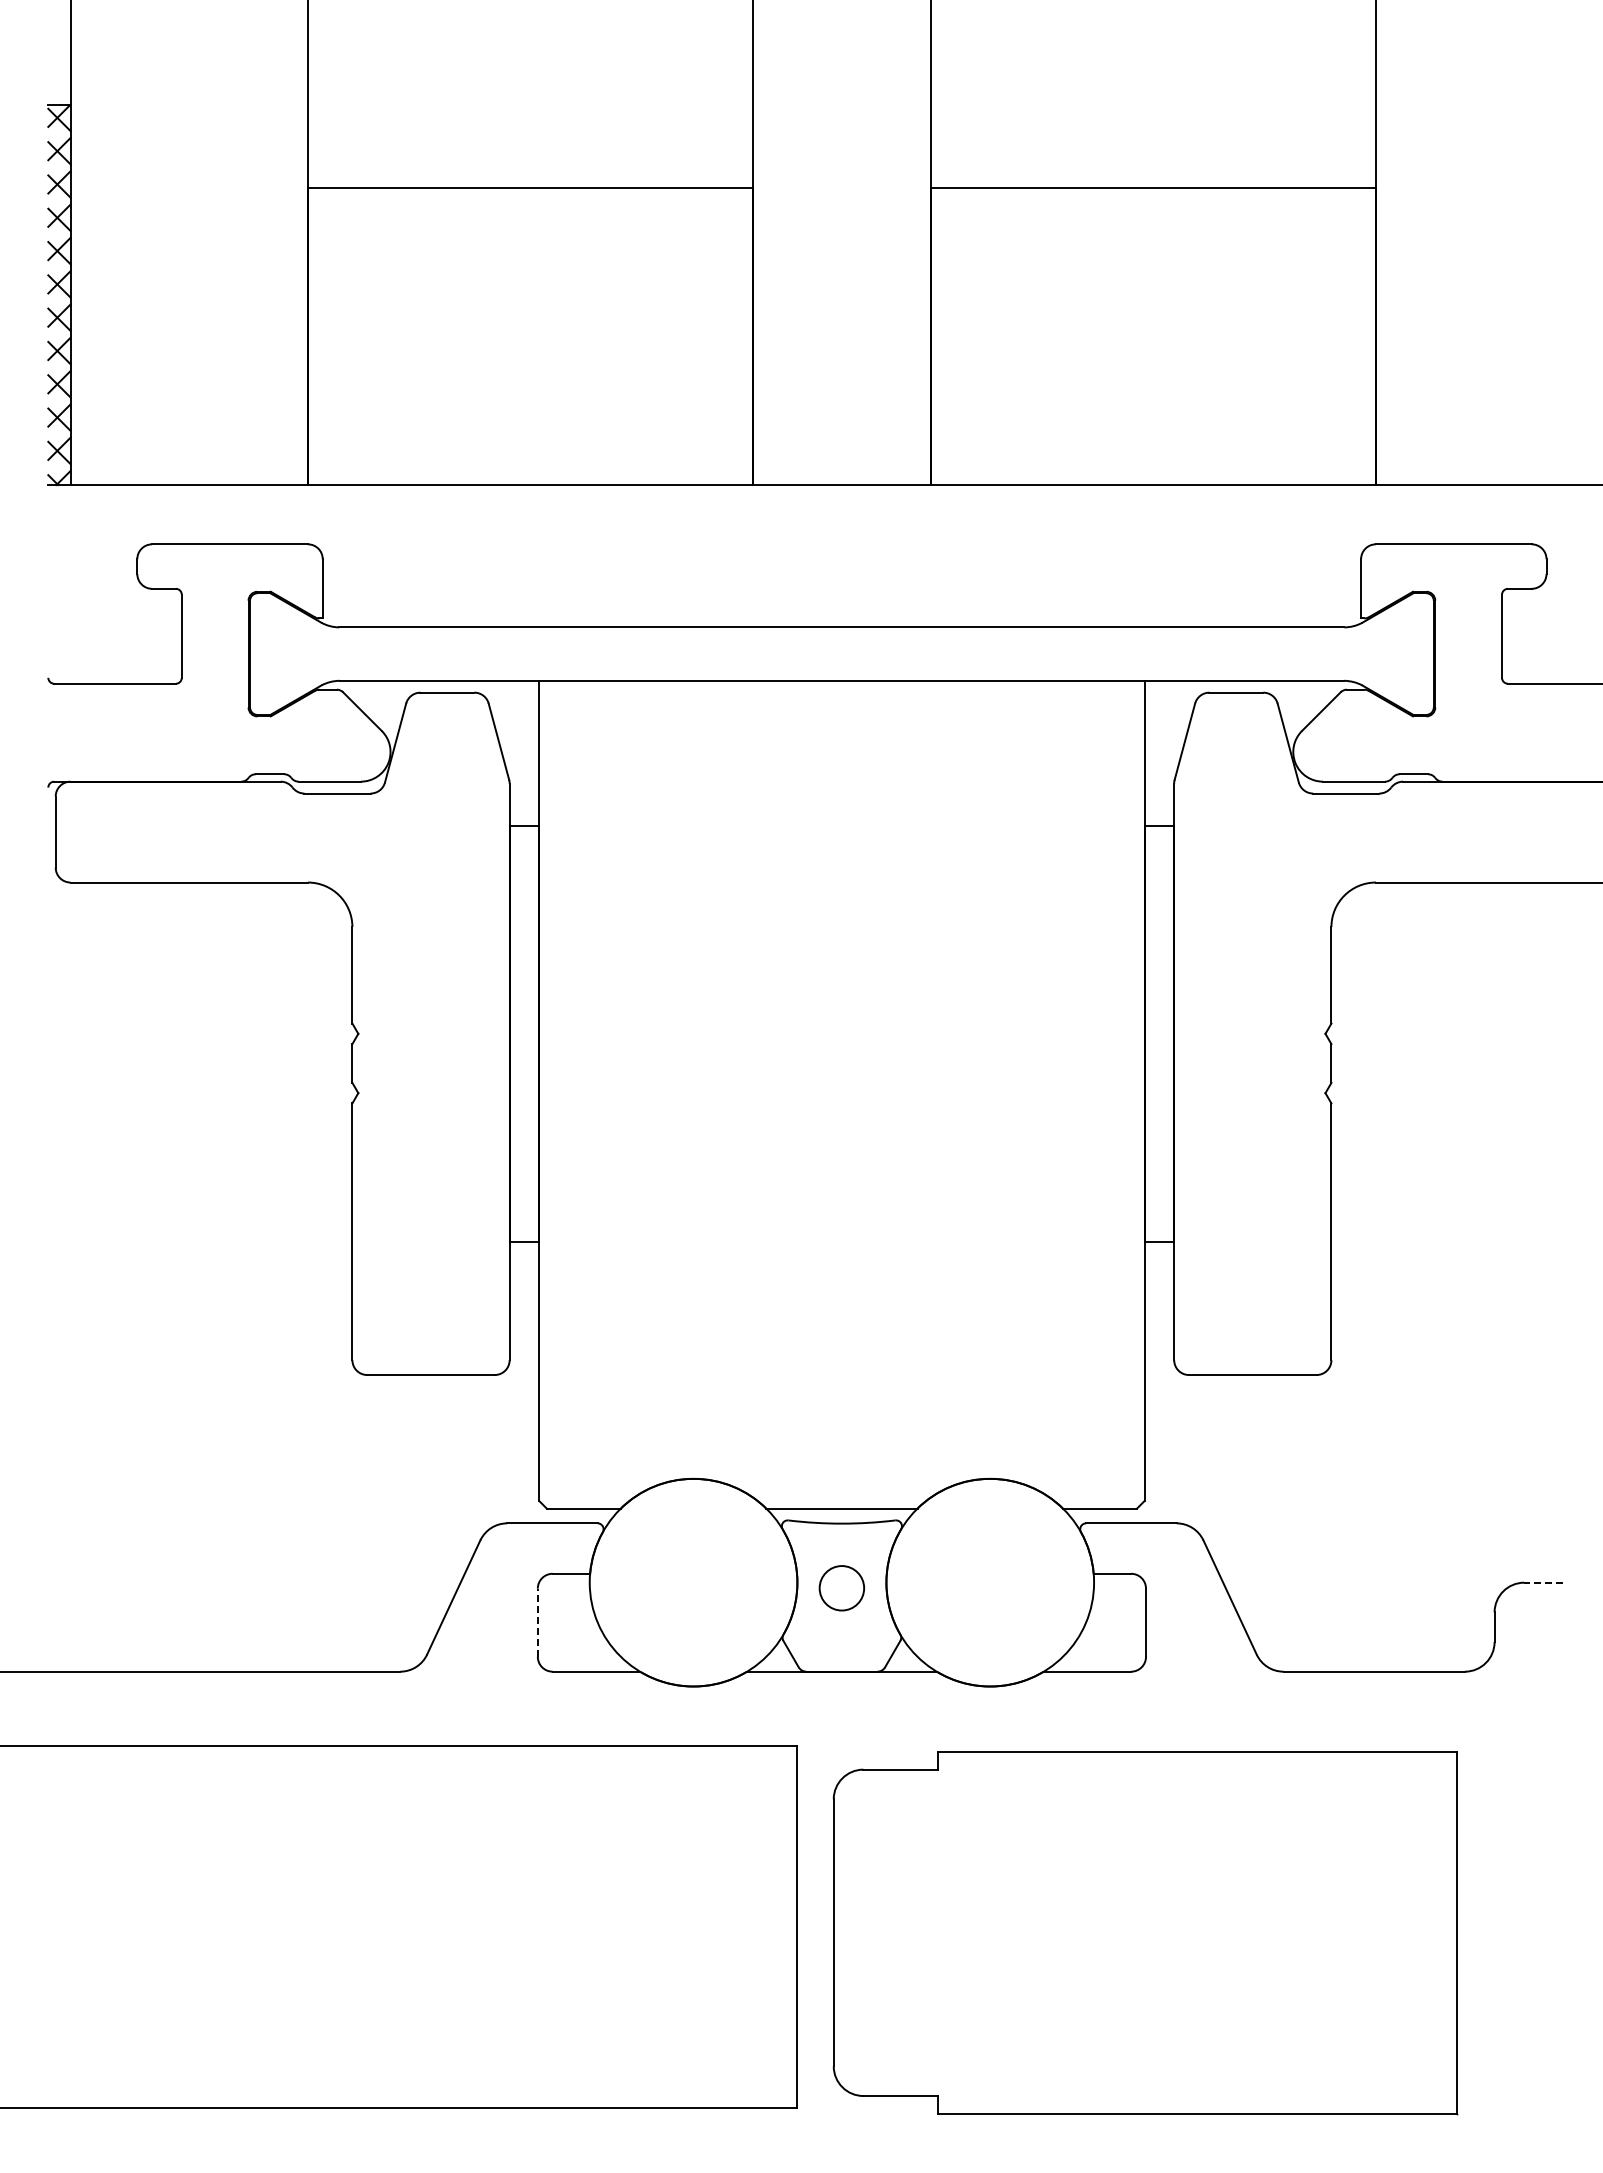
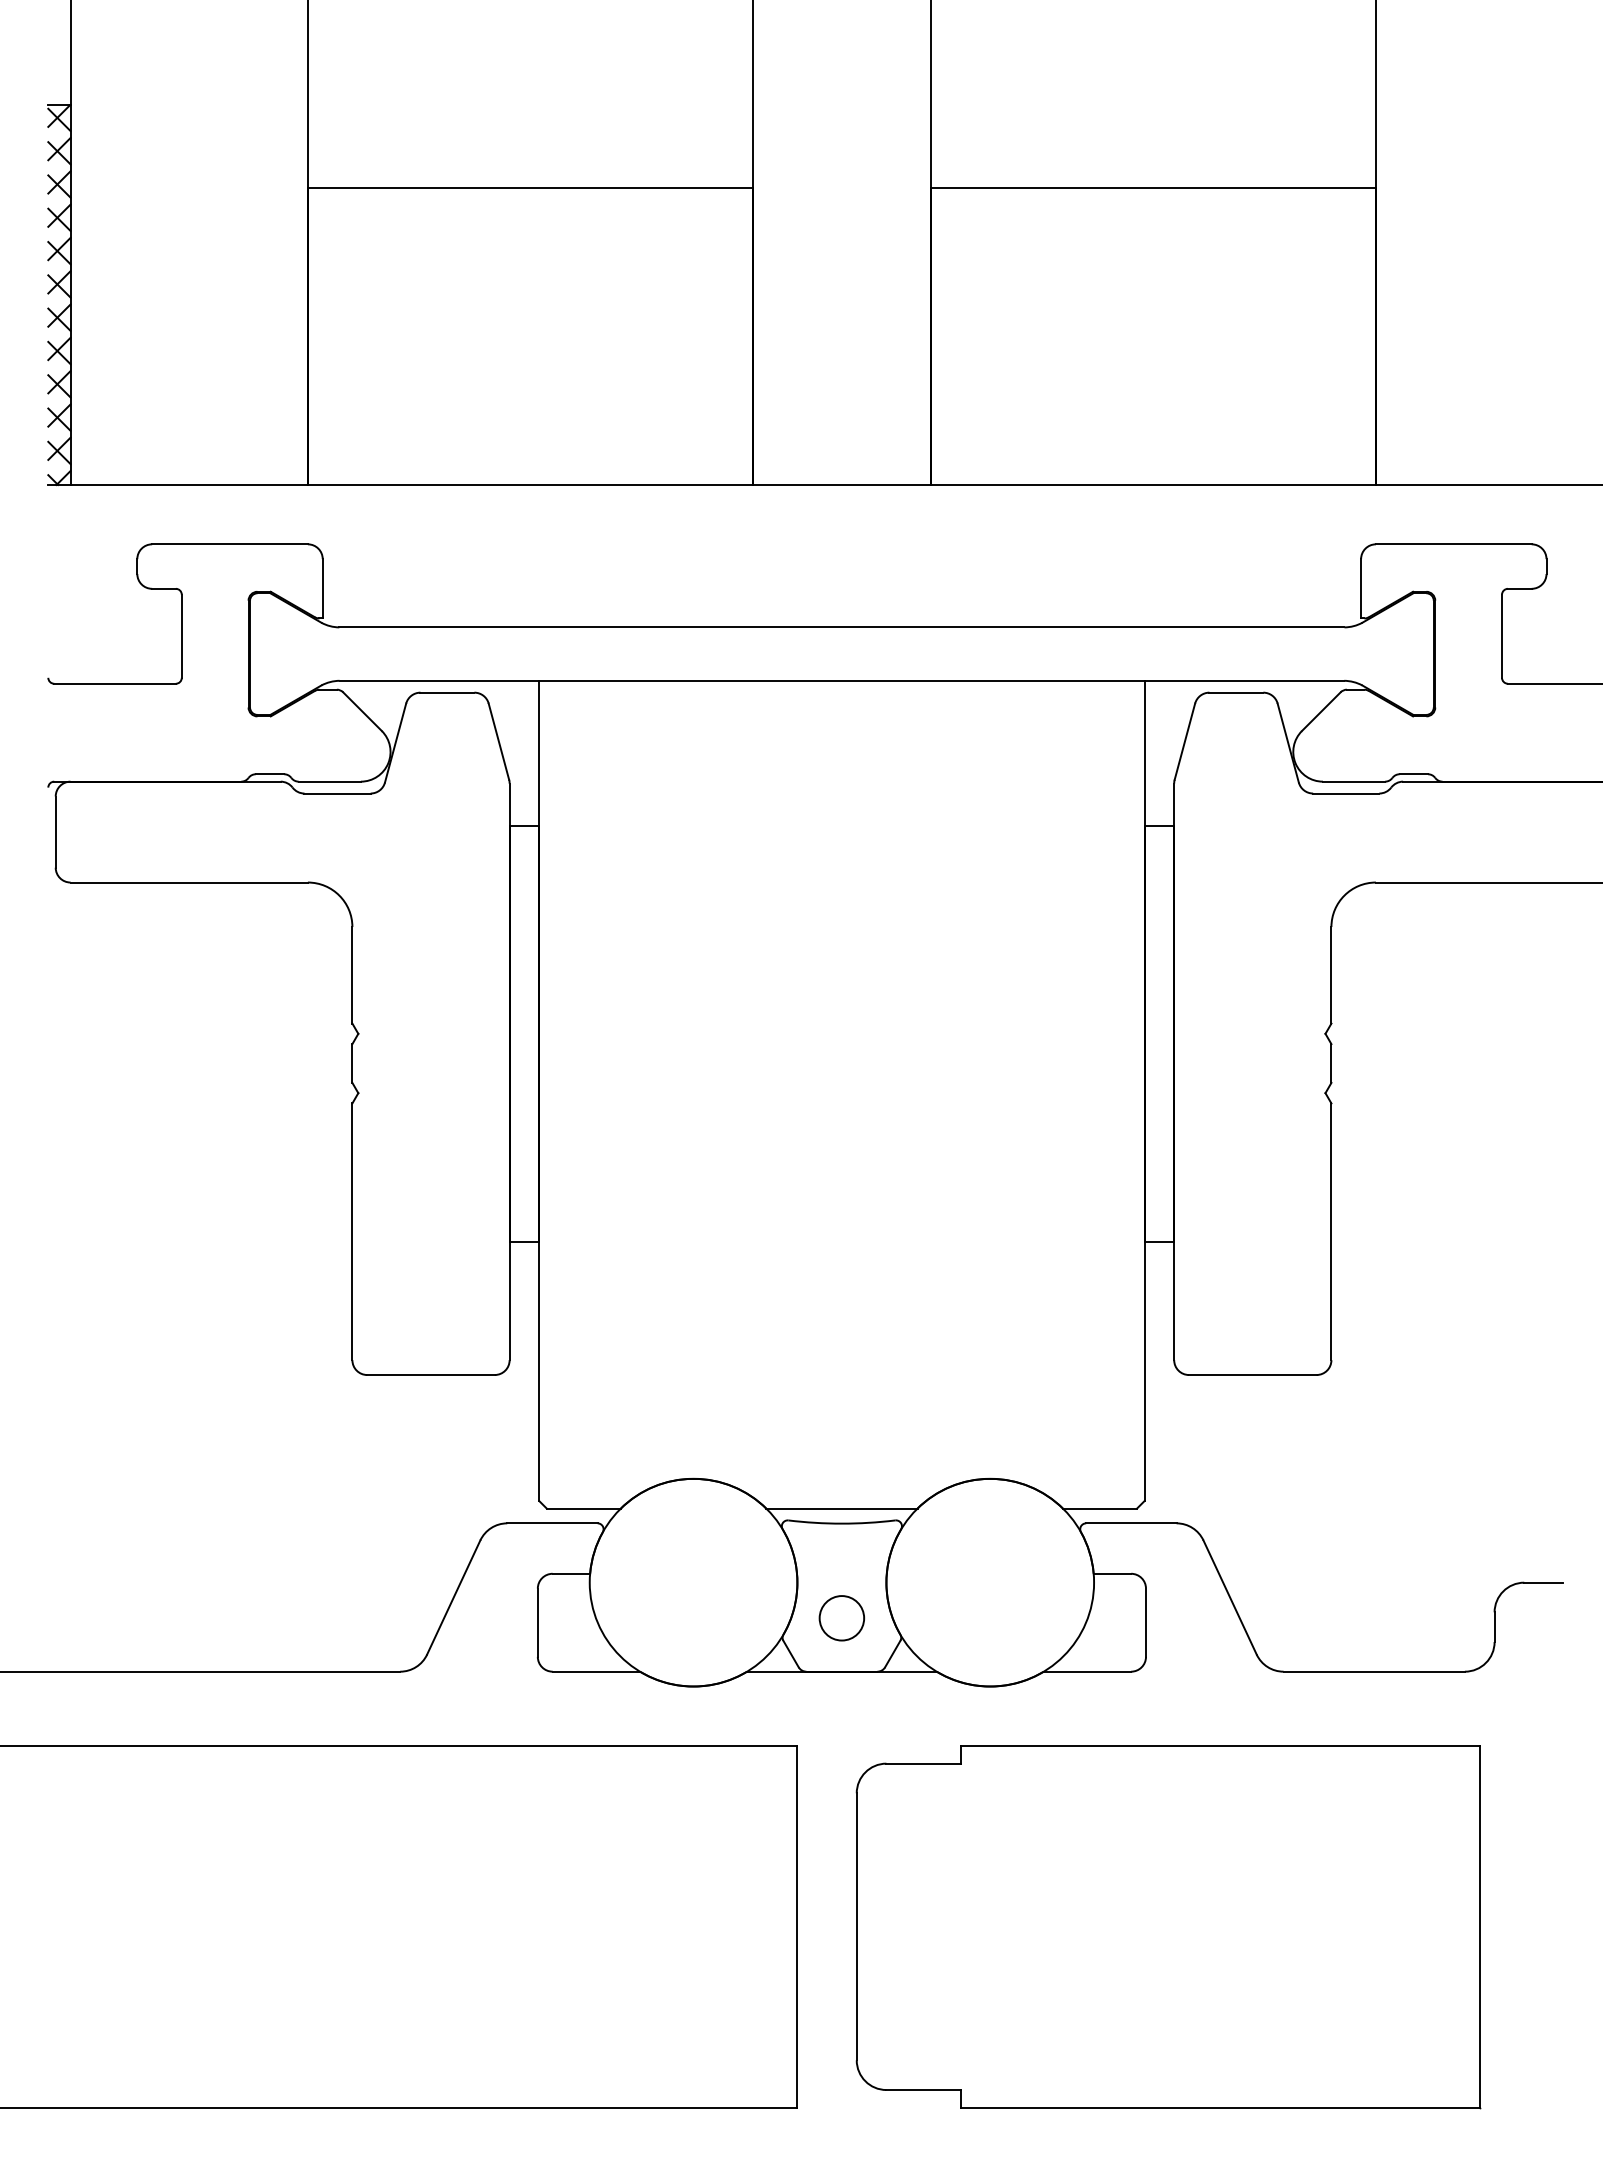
line at (1543, 1582): dashed -> solid
circle at (841, 1588) position: (841, 1588) -> (841, 1618)
line at (537, 1622): dashed -> solid
part at (1145, 1933) position: (1145, 1933) -> (1168, 1927)
